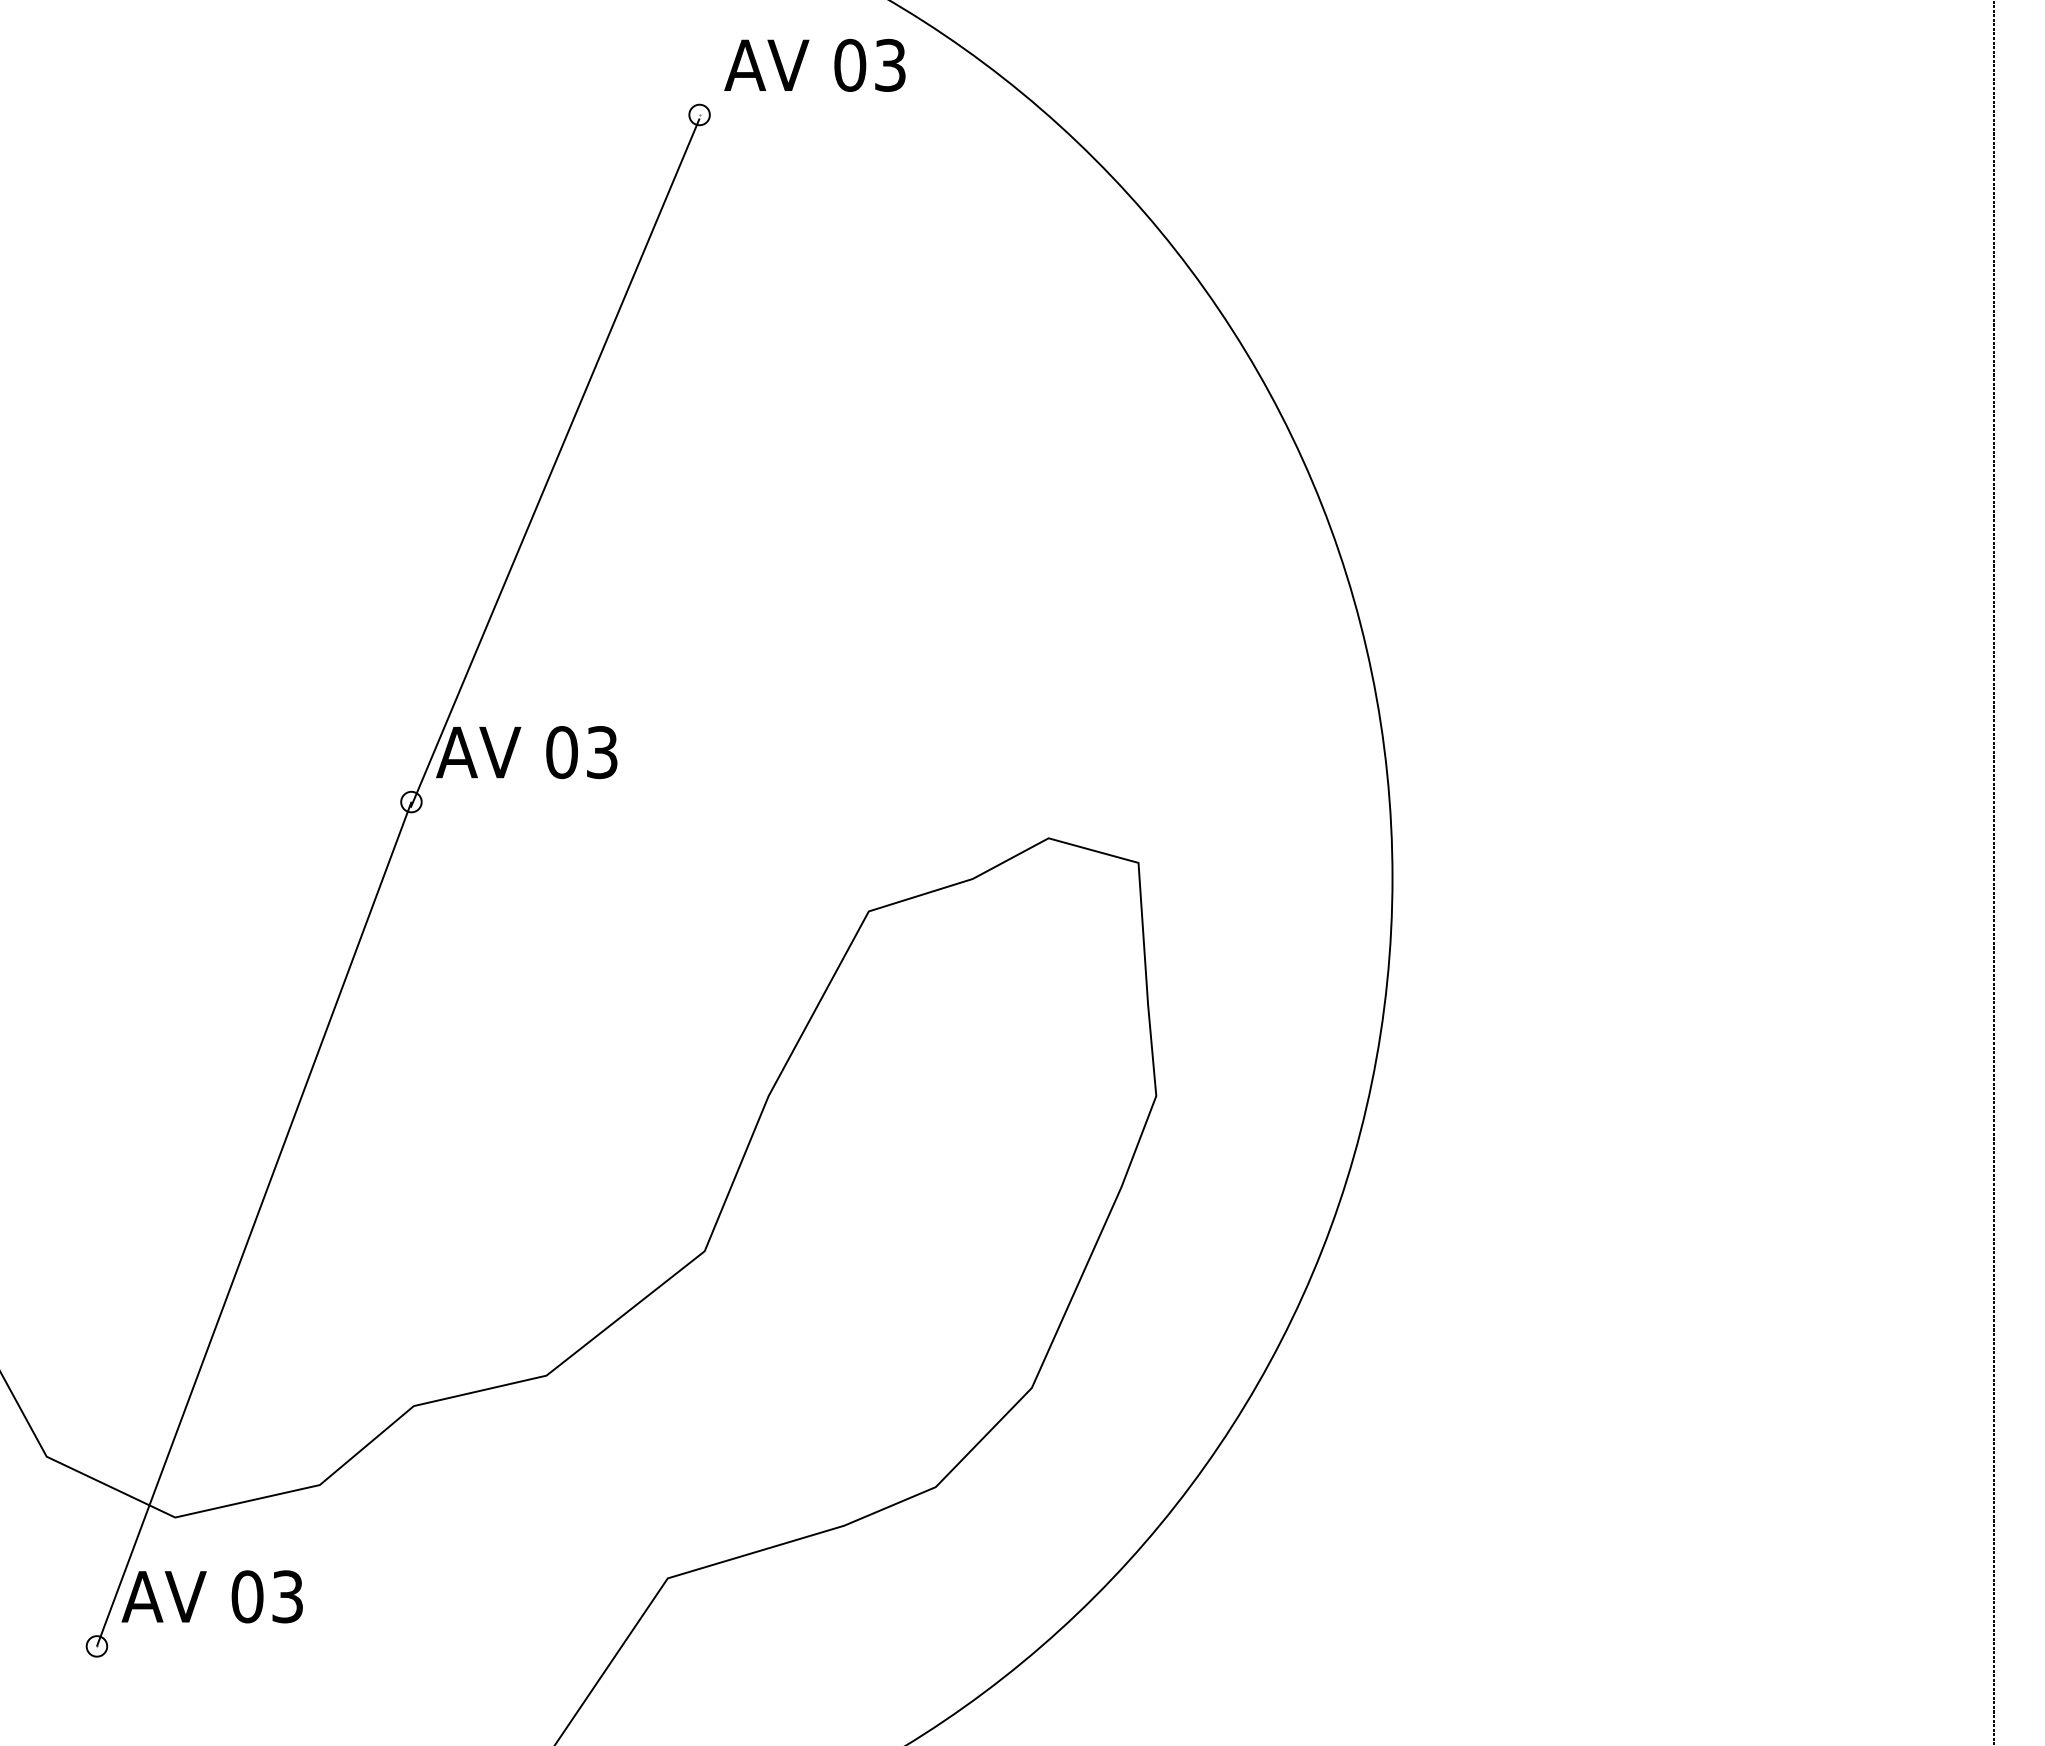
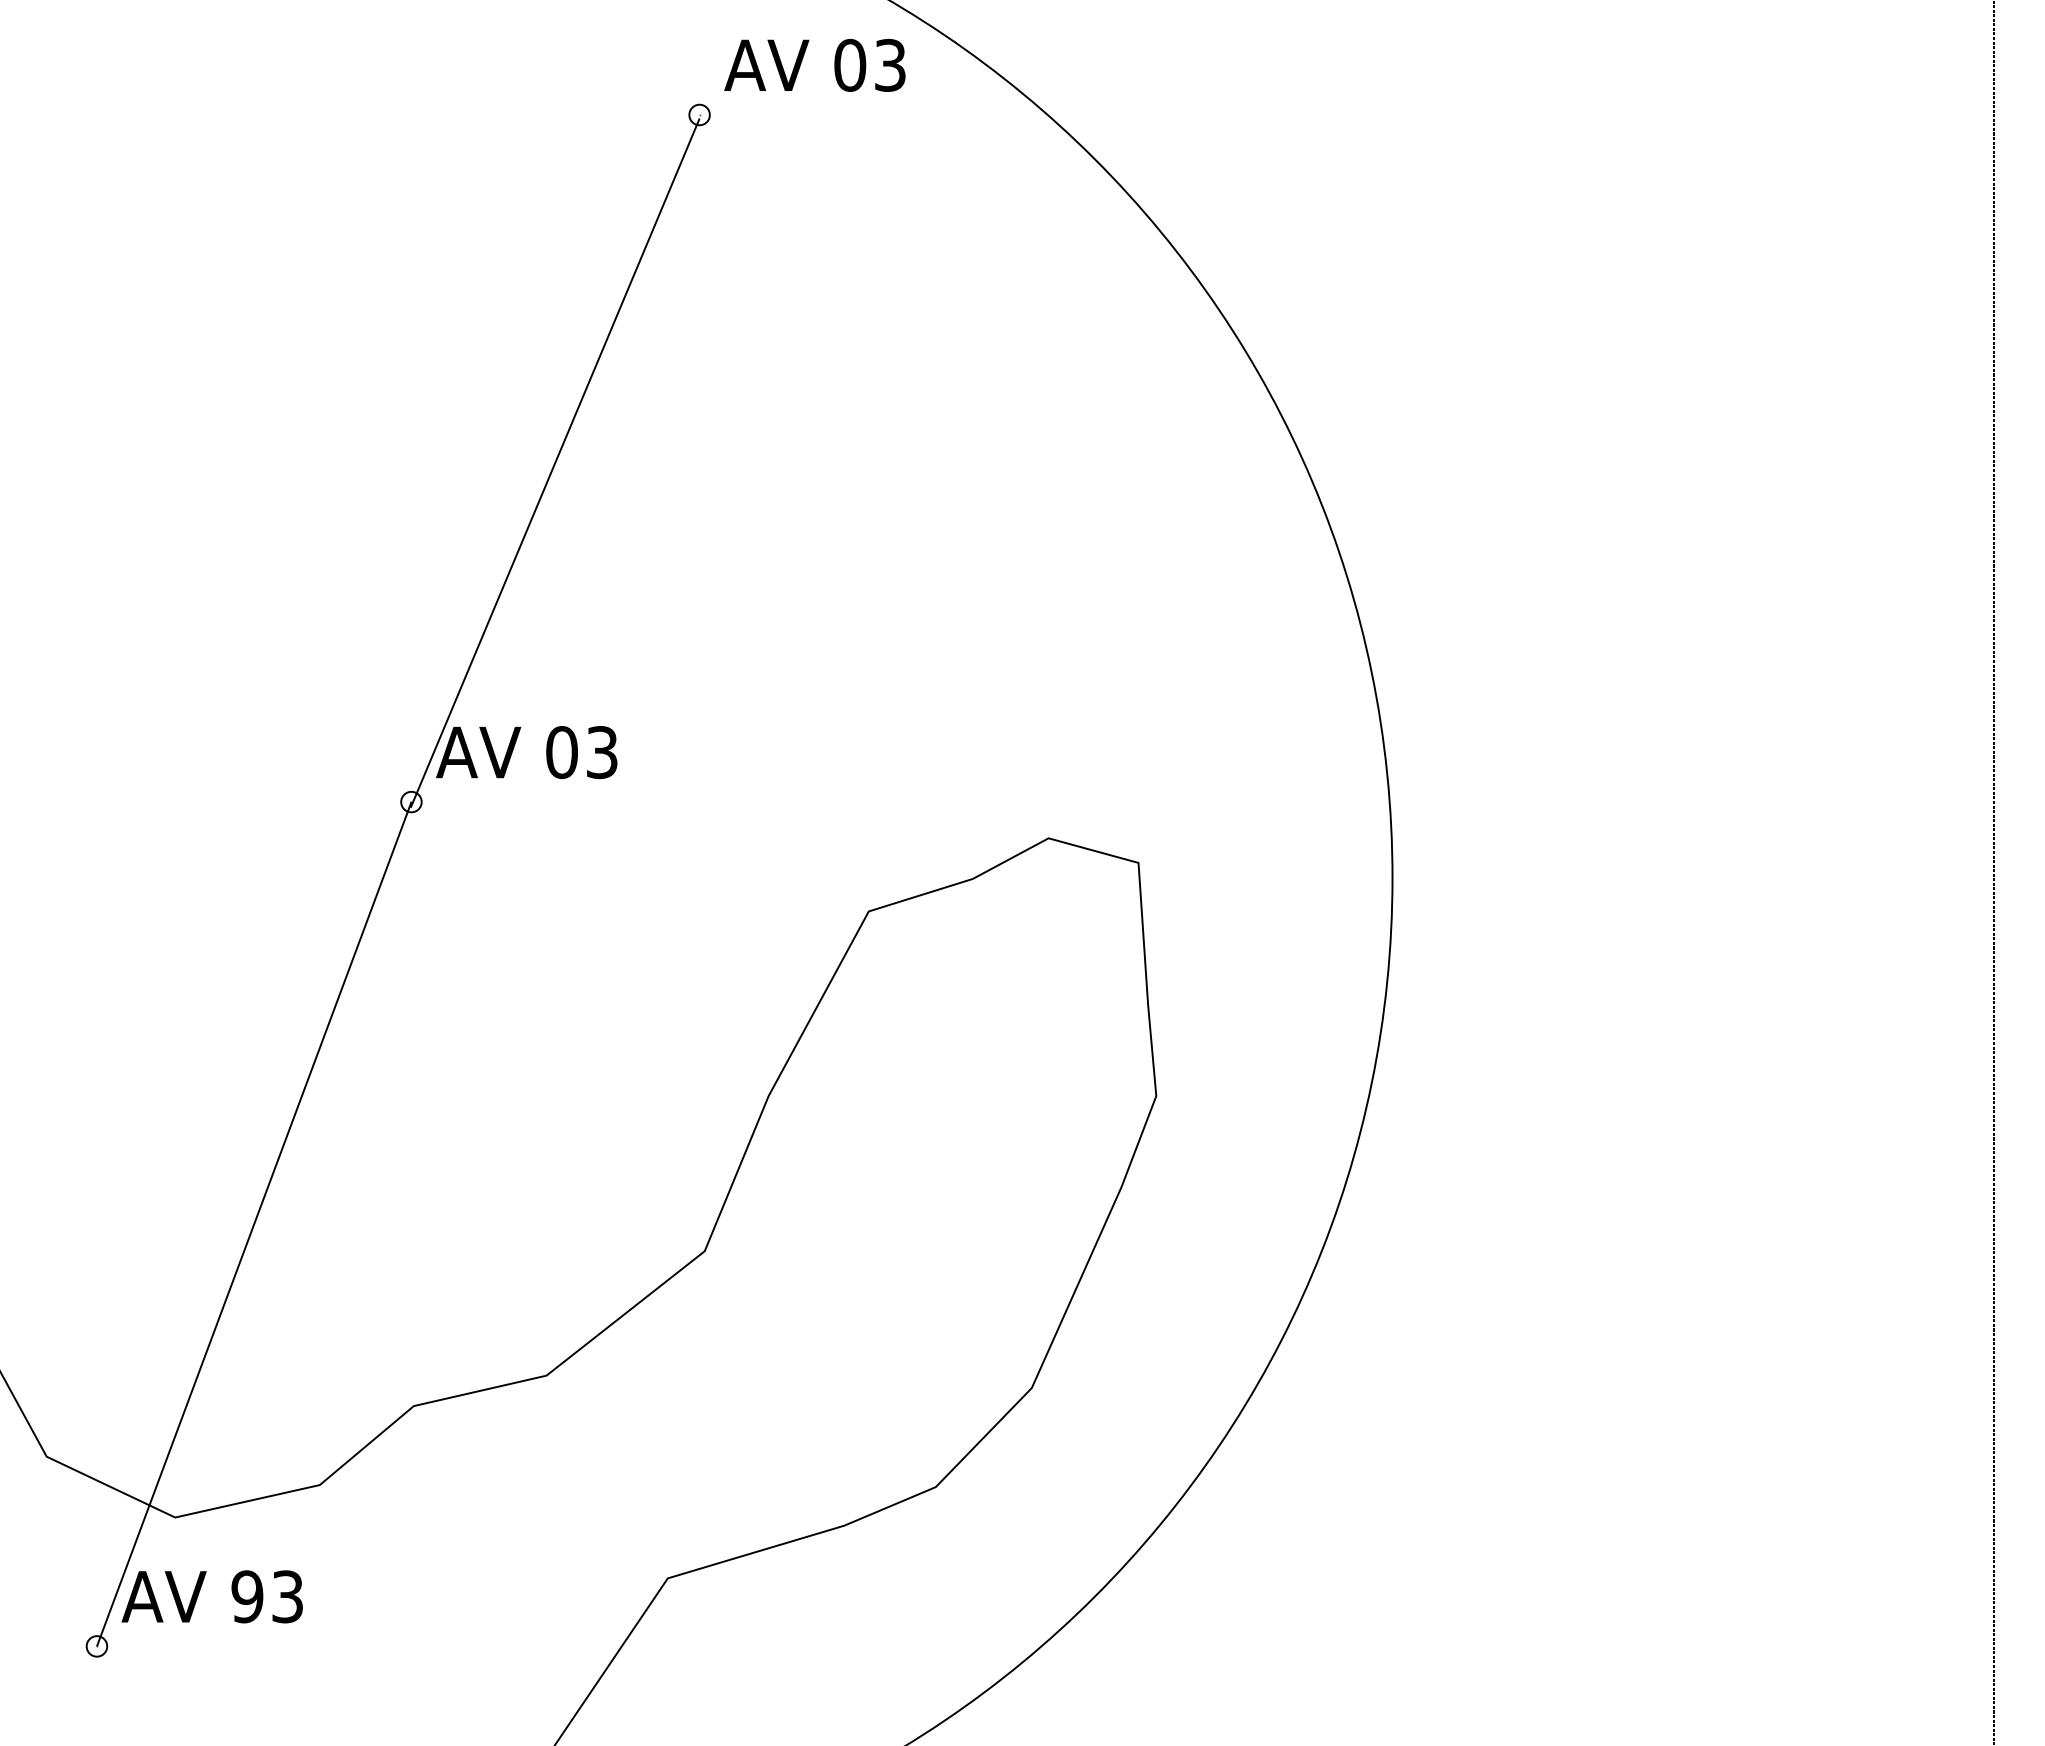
text at (247, 1596): 03 -> 93
